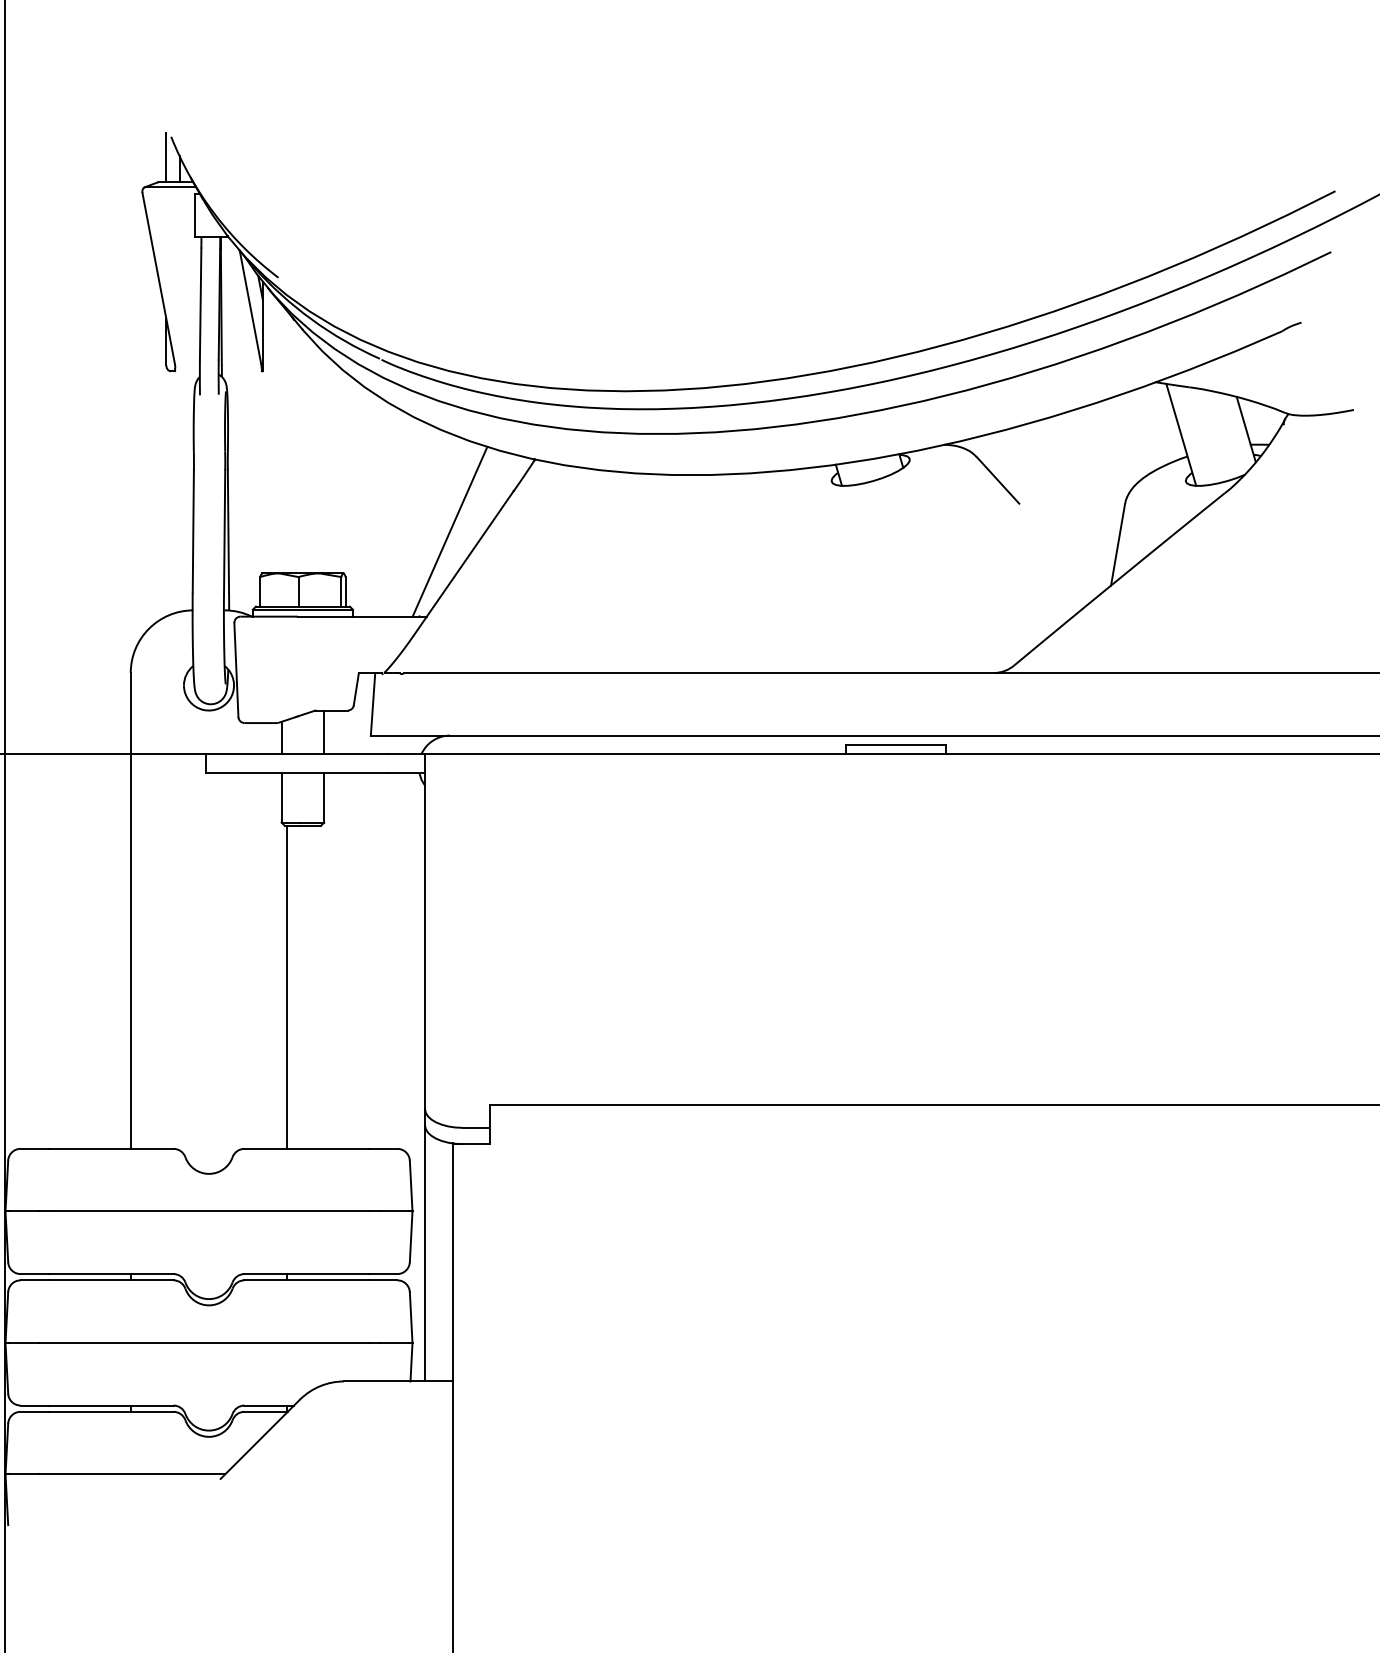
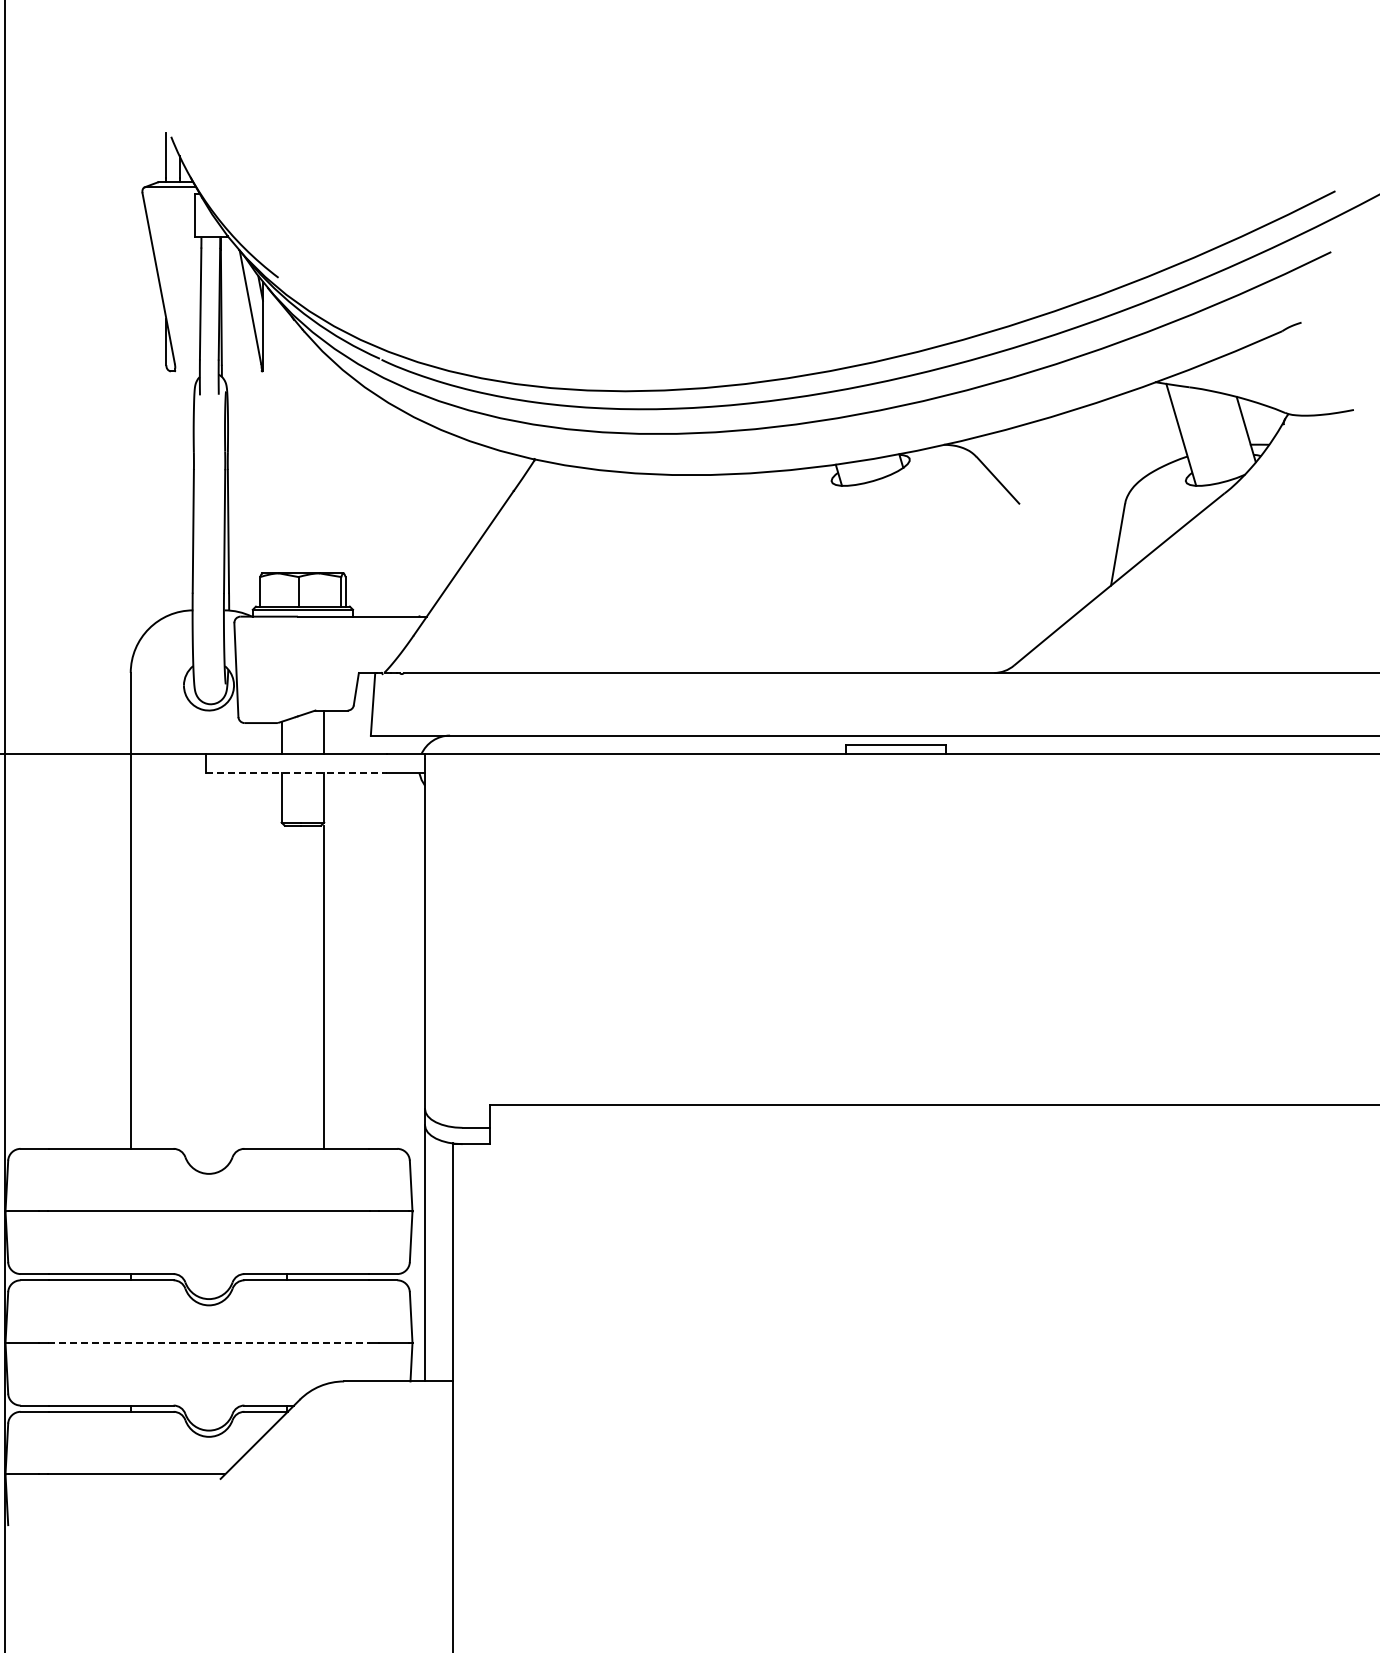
line at (449, 531): present -> none
line at (296, 773): solid -> dashed
line at (287, 986) position: (287, 986) -> (324, 986)
line at (209, 1342): solid -> dashed
